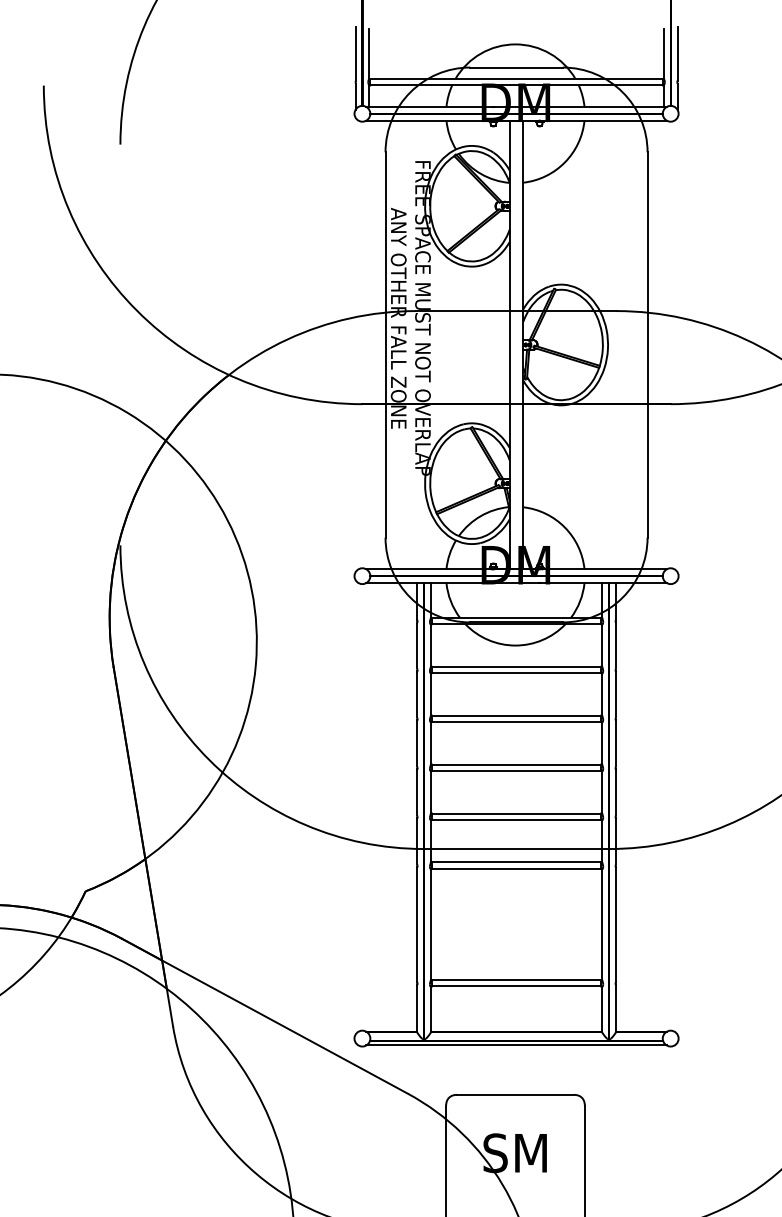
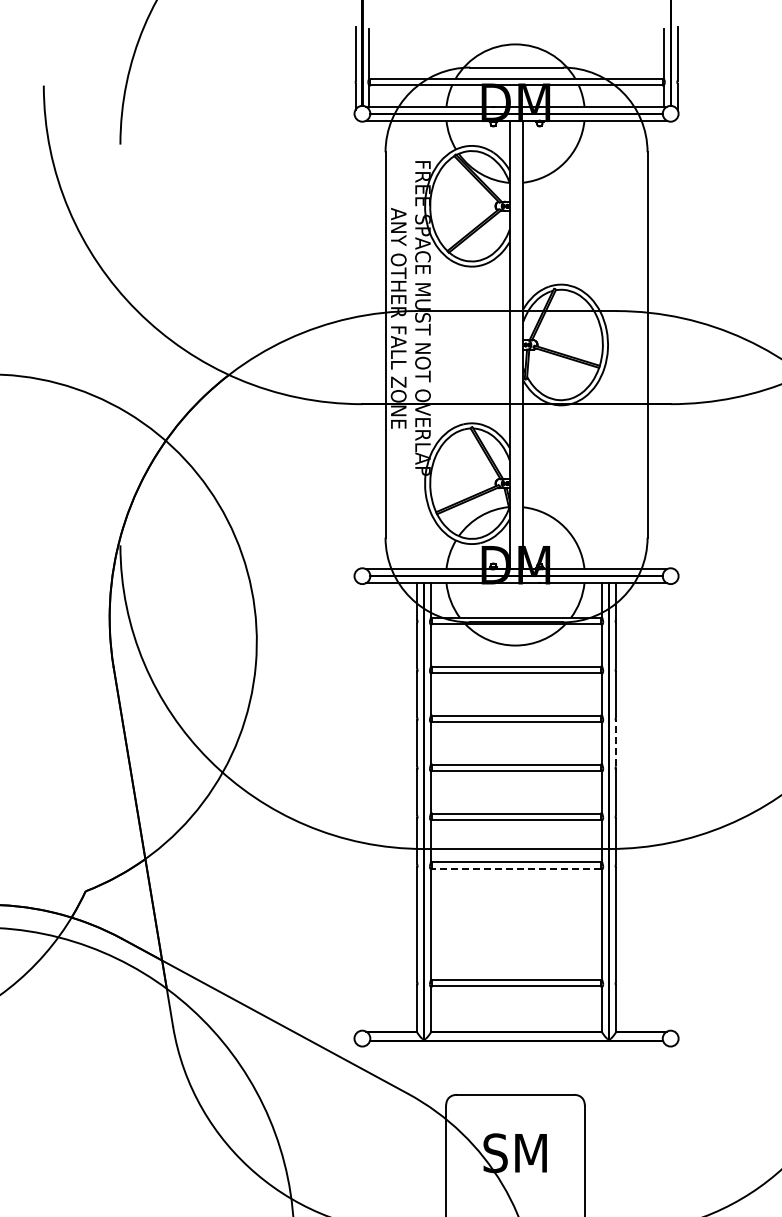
line at (615, 743): solid -> dashed
line at (516, 868): solid -> dashed
line at (516, 1045): present -> none
